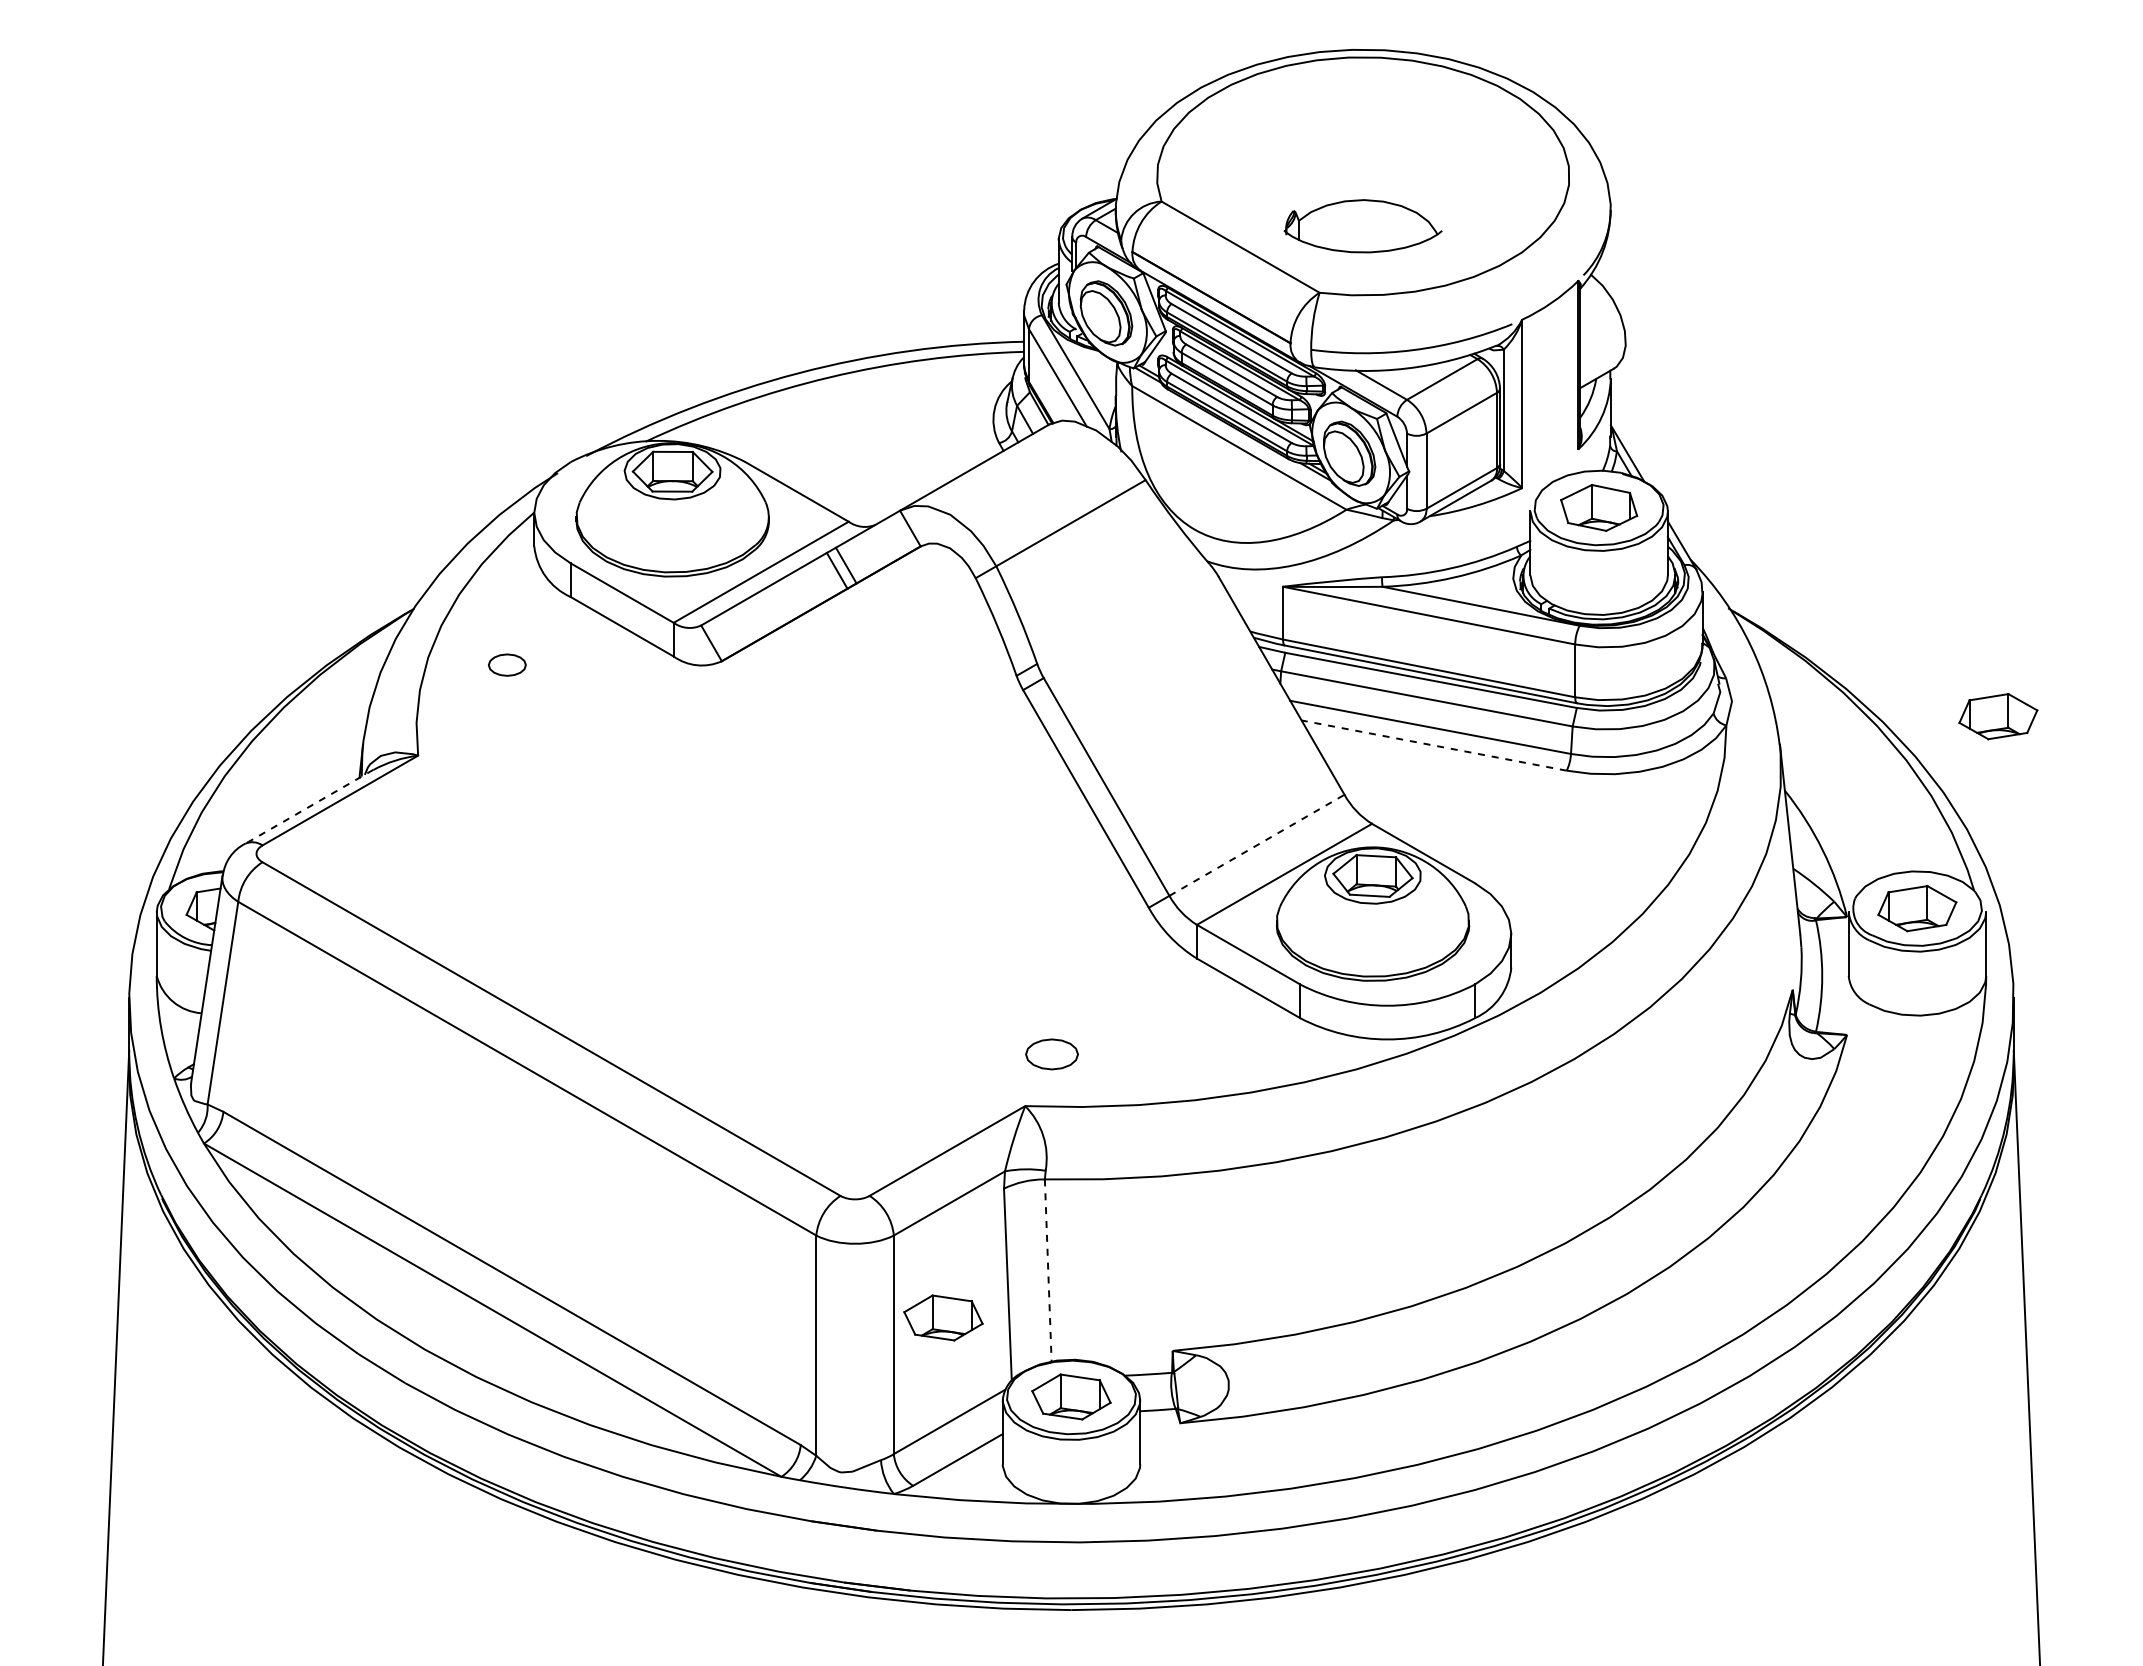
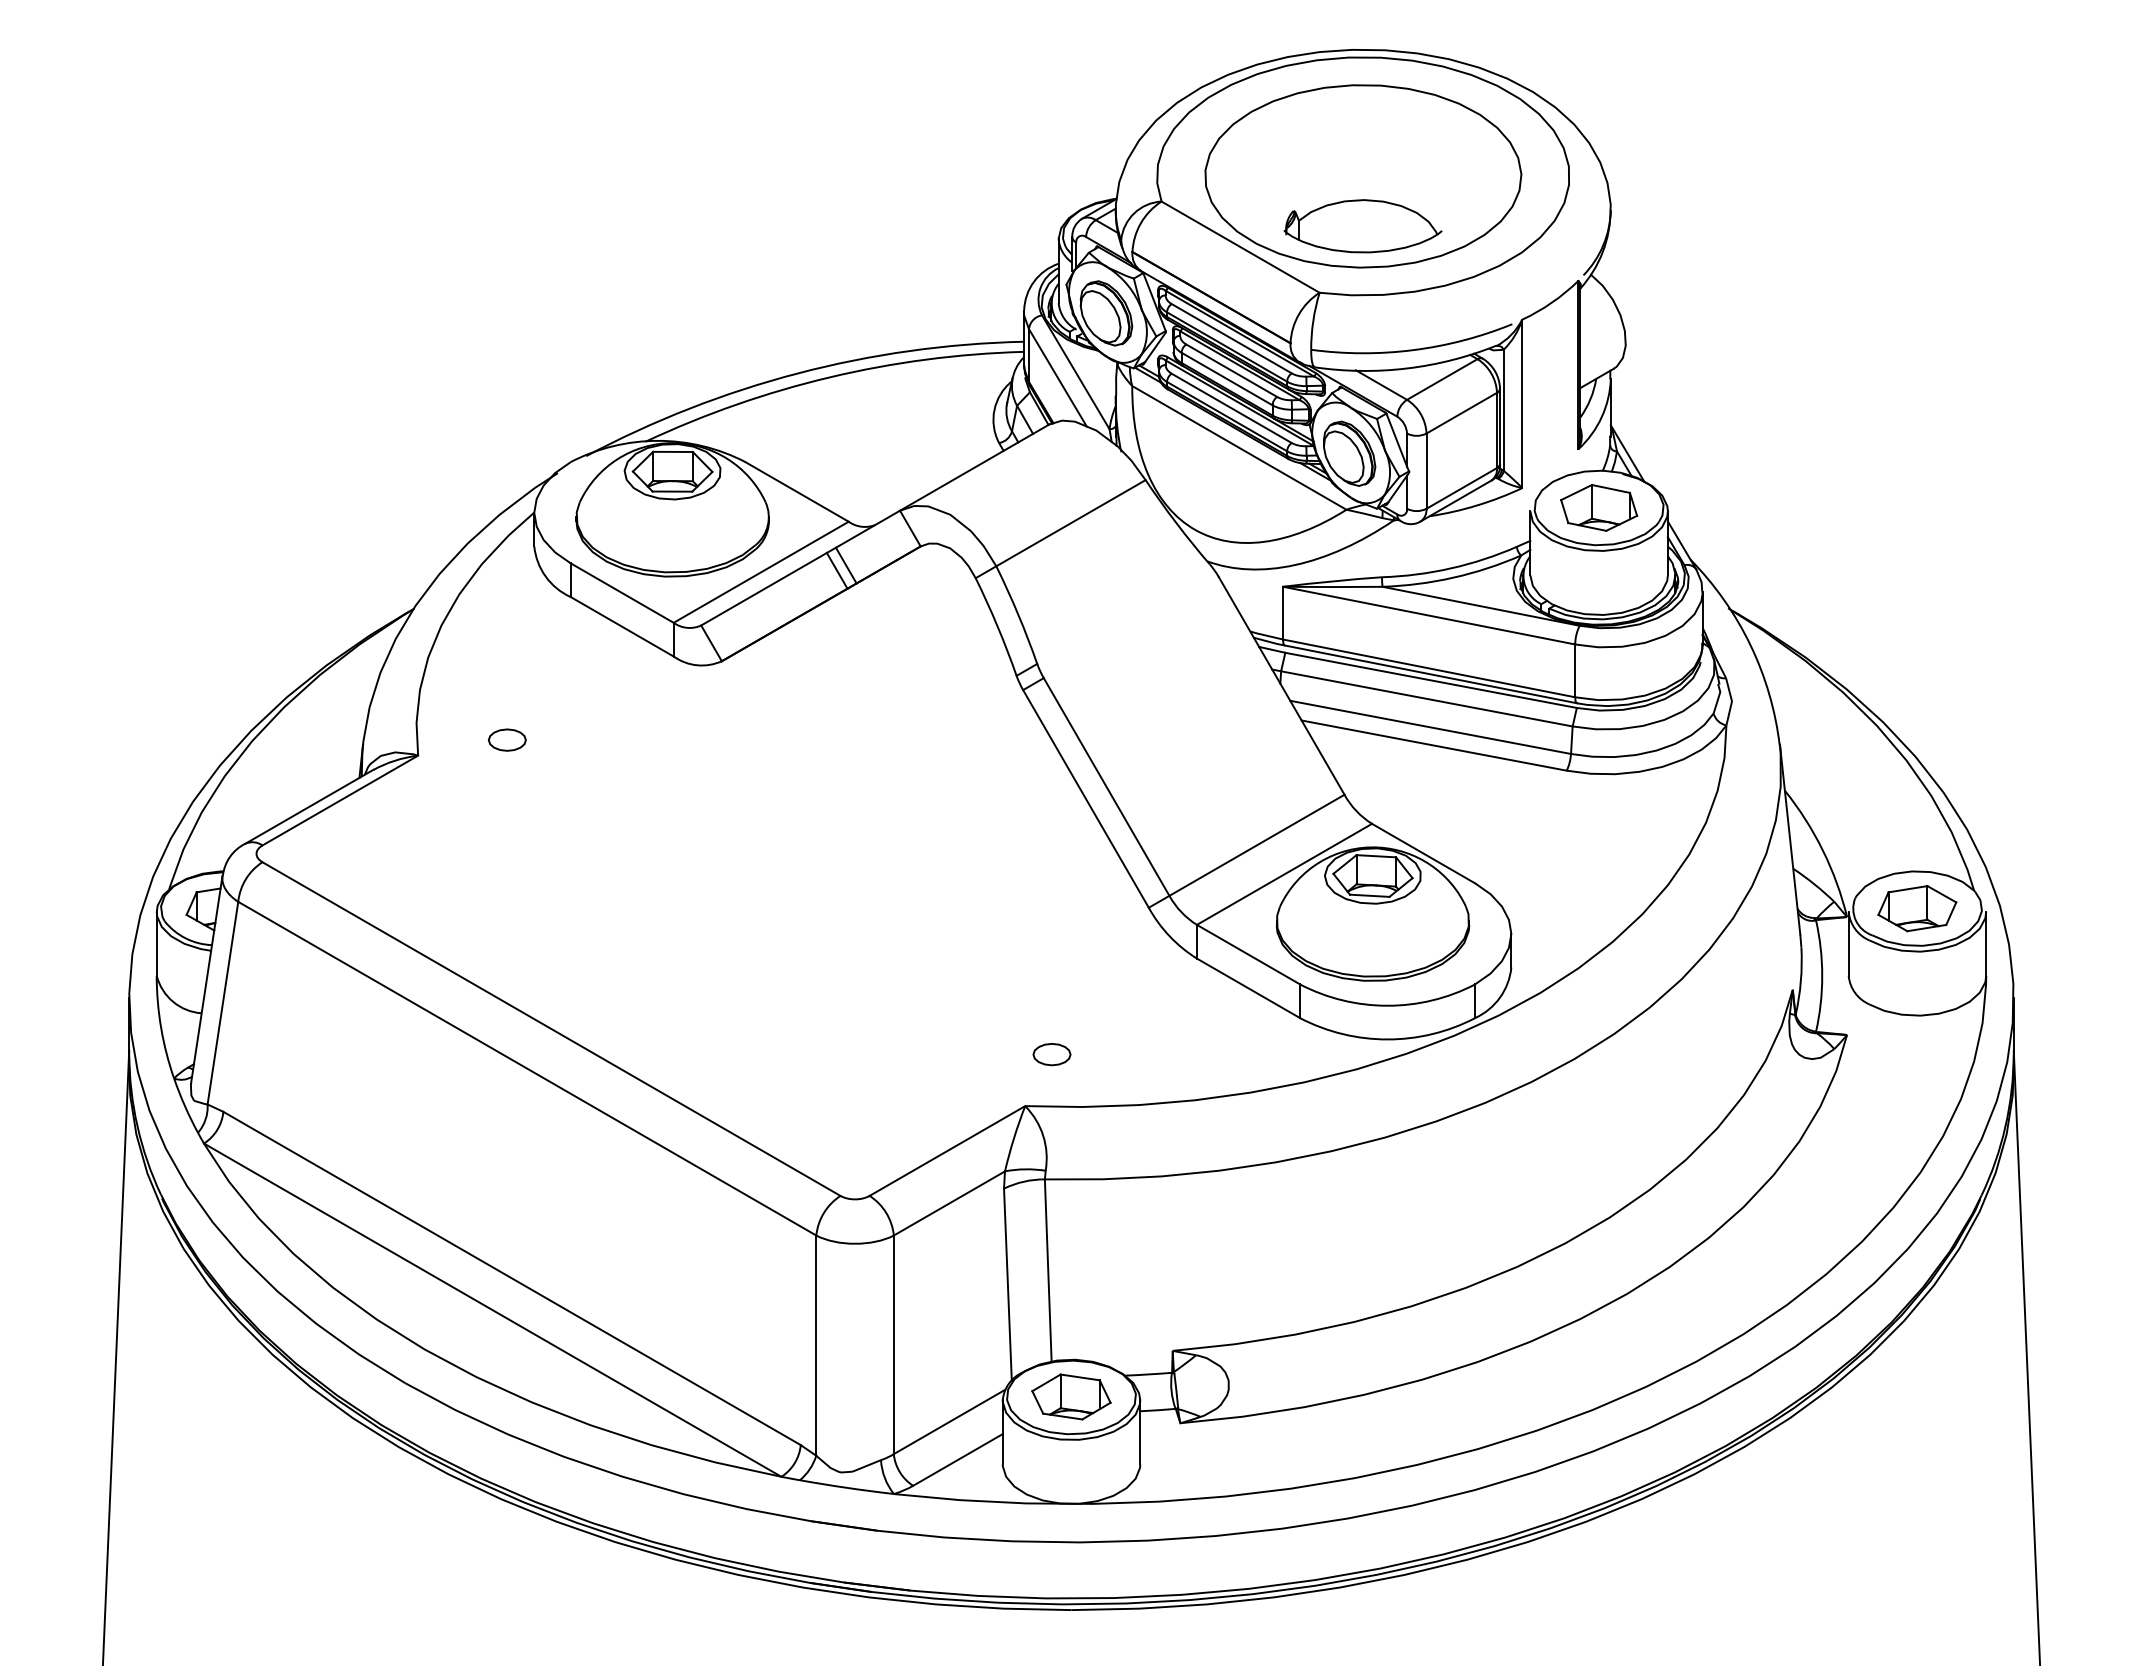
part at (1363, 176): none -> present
part at (506, 664) position: (506, 664) -> (506, 739)
part at (1998, 716): present -> none
line at (1434, 745): dashed -> solid
line at (309, 806): dashed -> solid
line at (1257, 845): dashed -> solid
part at (1051, 1054) size: 54x33 px -> 40x24 px
line at (1048, 1271): dashed -> solid
part at (943, 1317): present -> none
